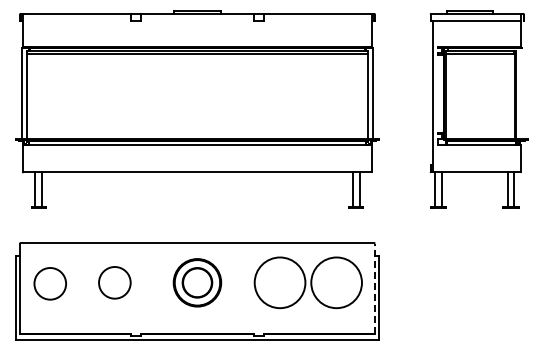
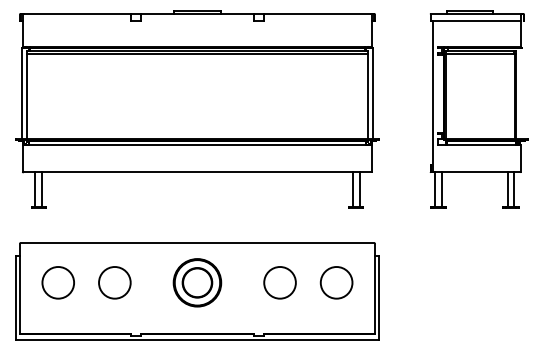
circle at (279, 282) diameter: 51 px -> 32 px
circle at (336, 282) diameter: 51 px -> 32 px
circle at (49, 283) position: (49, 283) -> (57, 282)
line at (374, 288): dashed -> solid
